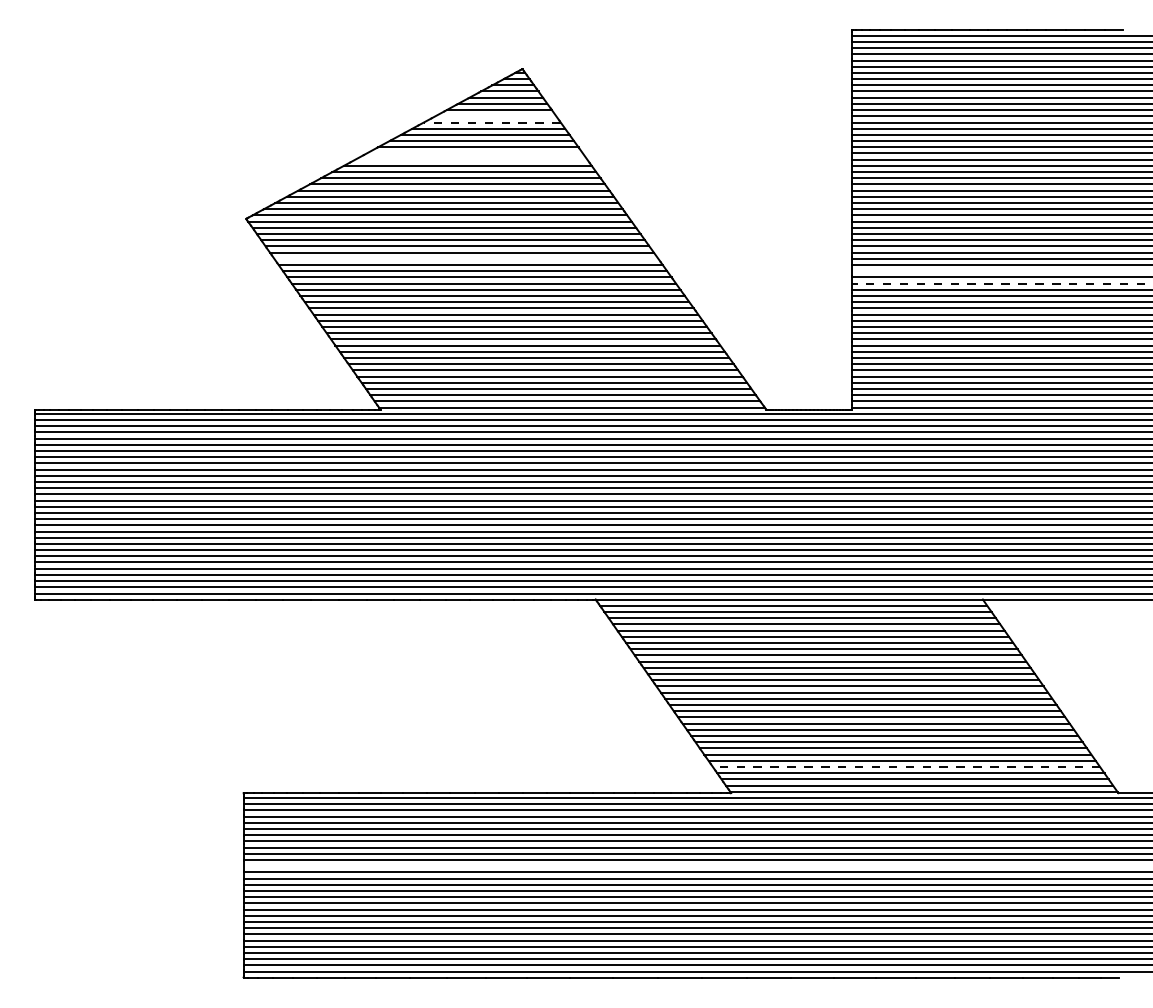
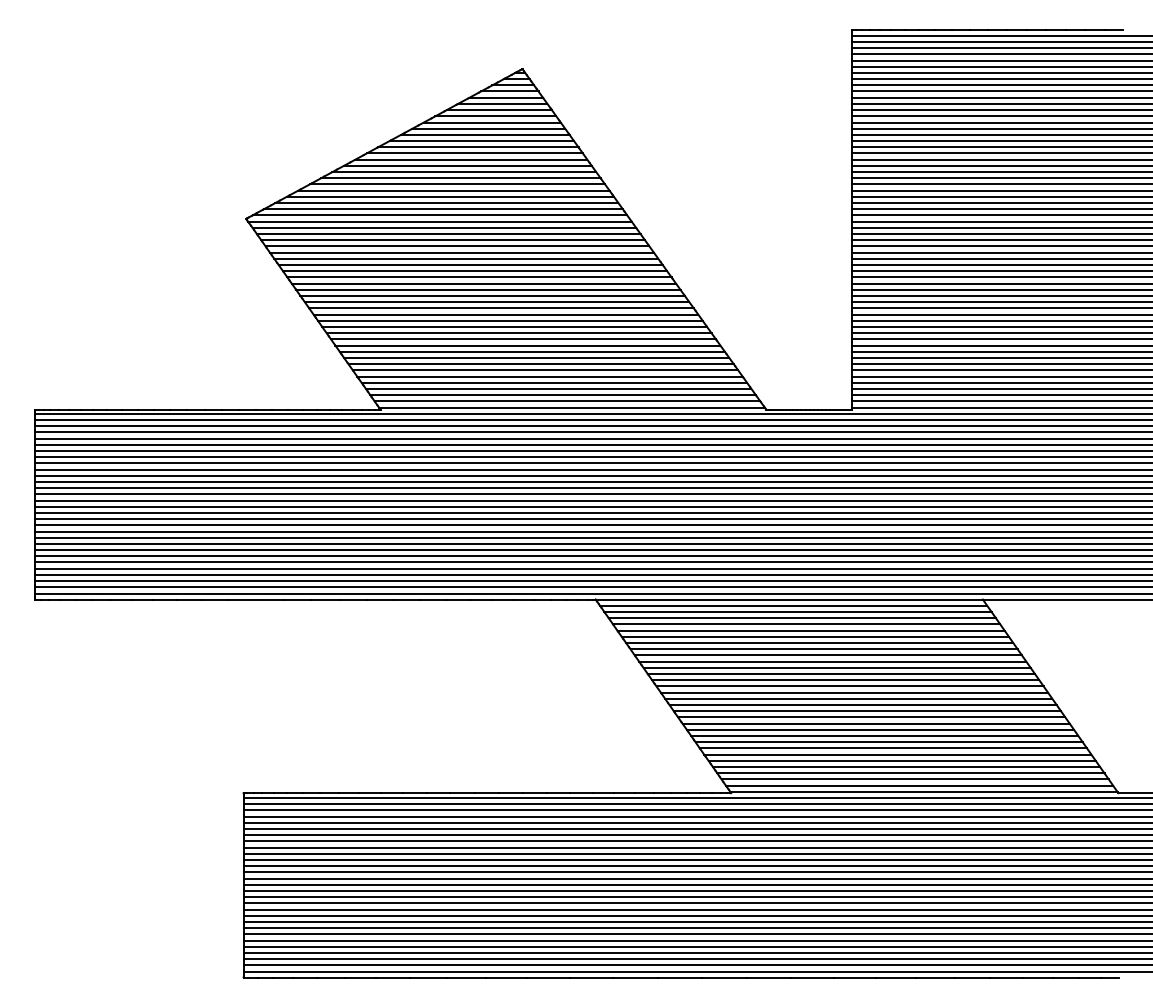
line at (495, 116): none -> present
line at (491, 122): dashed -> solid
line at (474, 153): none -> present
line at (471, 159): none -> present
line at (466, 258): none -> present
line at (1000, 271): none -> present
line at (1001, 283): dashed -> solid
line at (906, 767): dashed -> solid
line at (696, 866): none -> present
